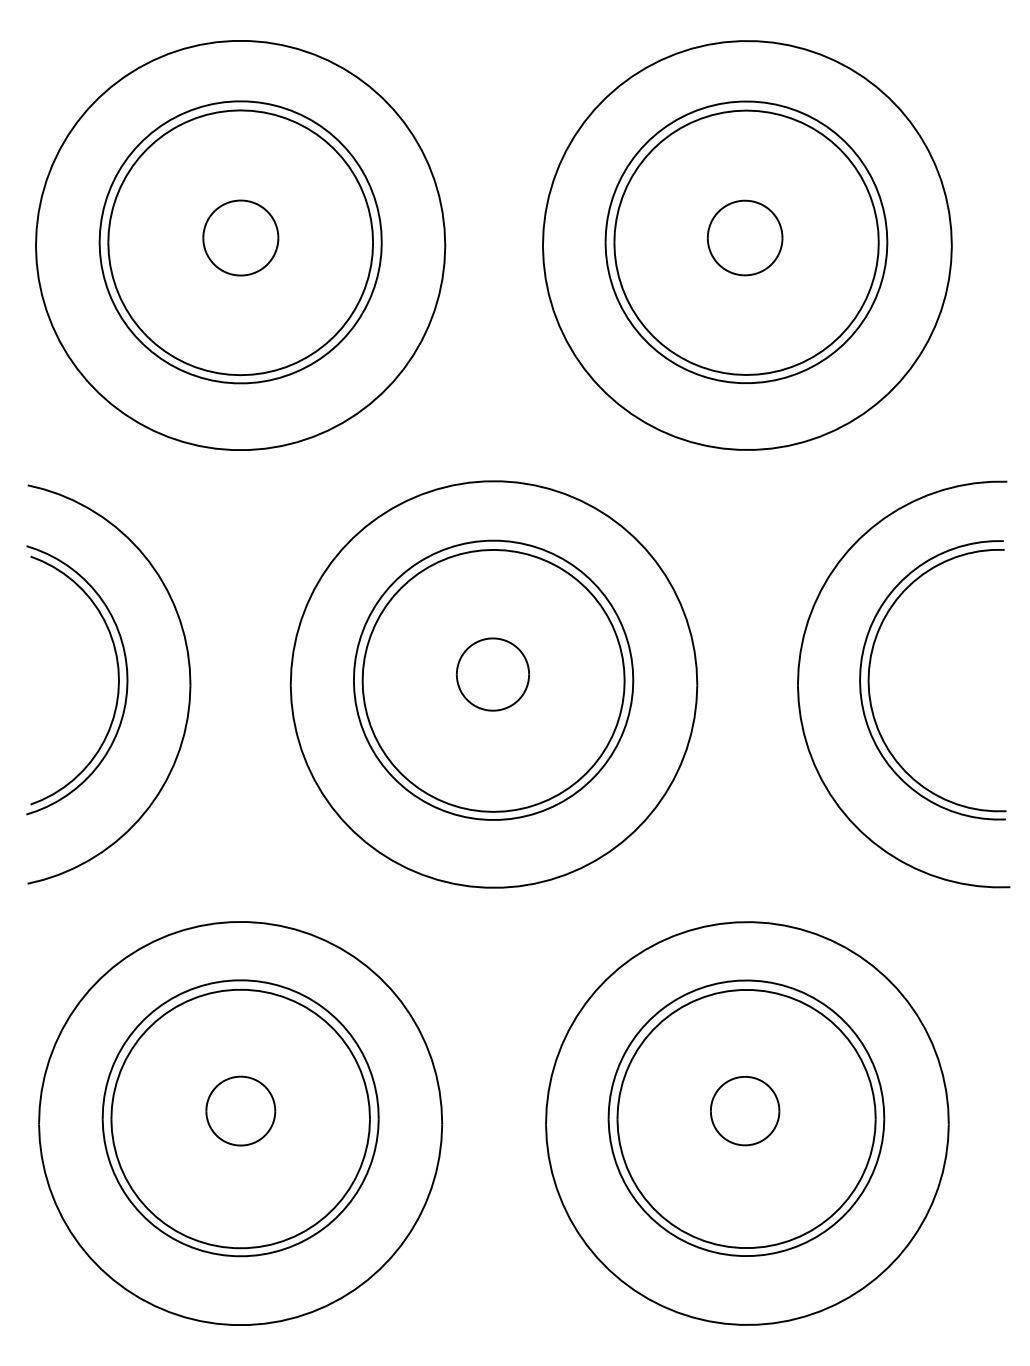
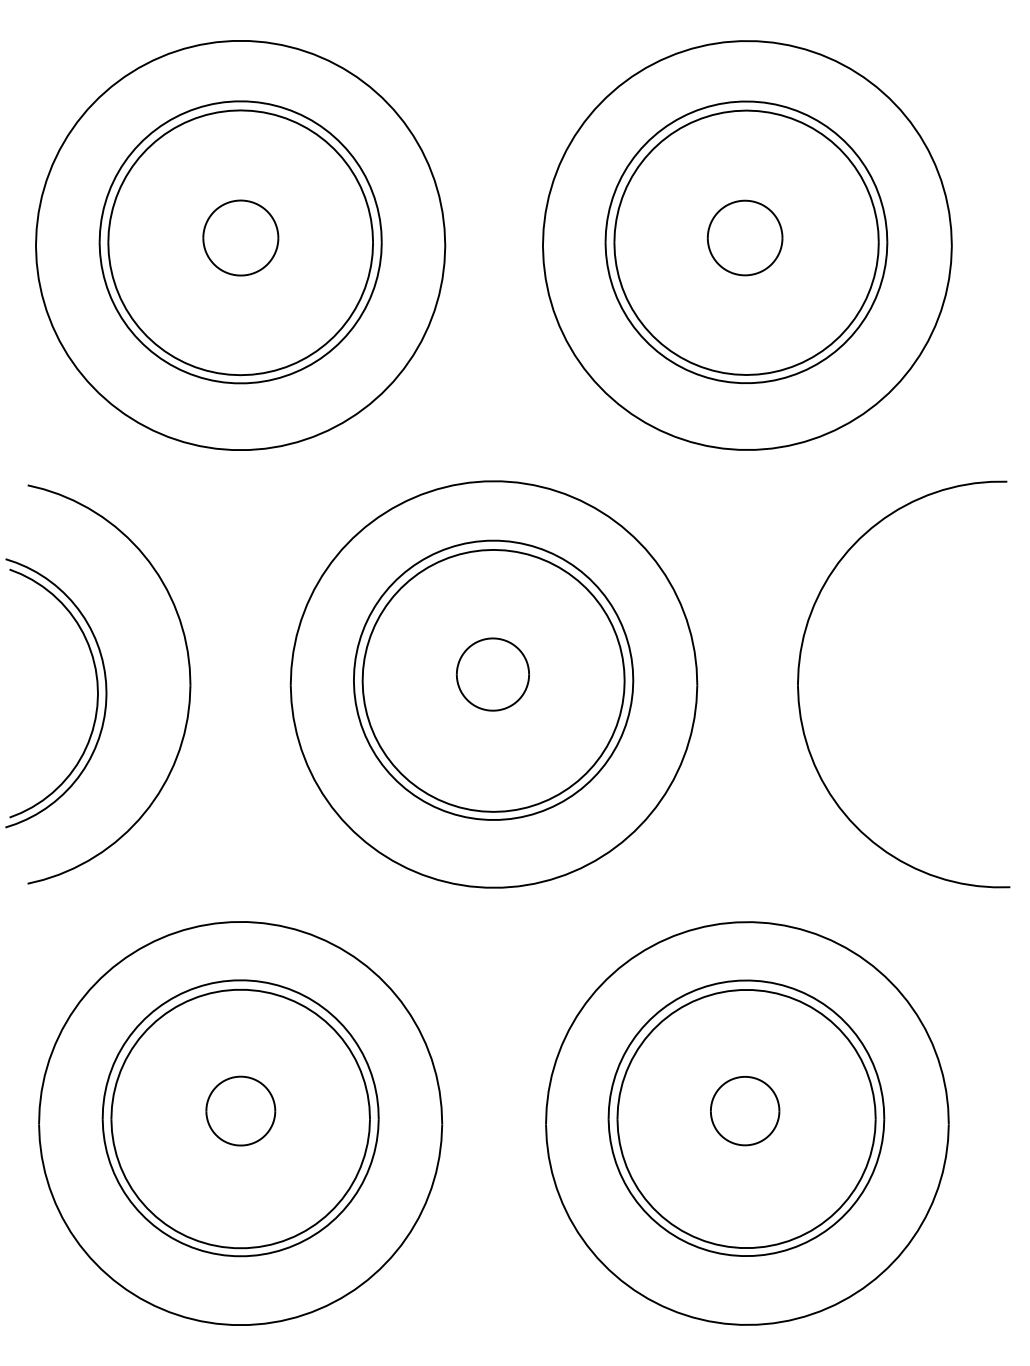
part at (117, 676) position: (117, 676) -> (96, 689)
part at (869, 680): present -> none
